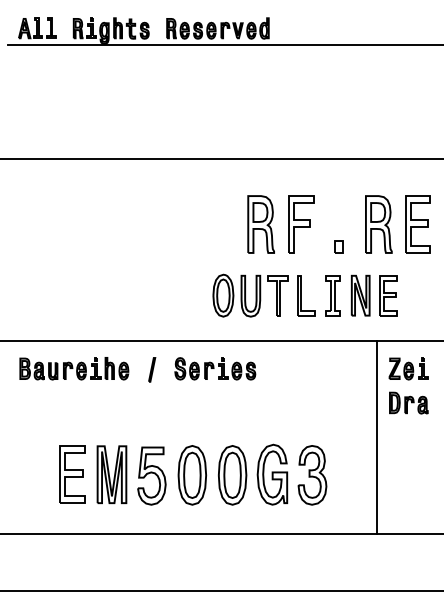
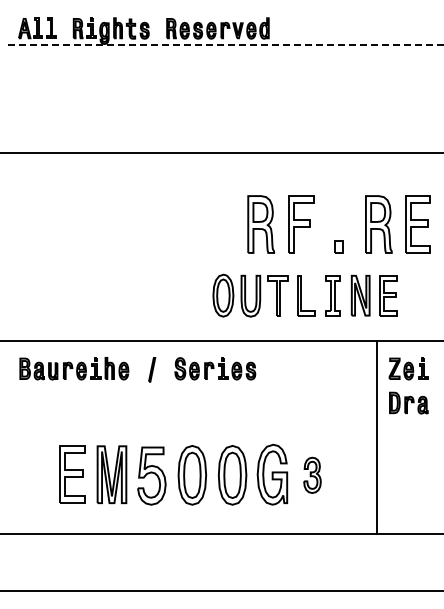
line at (225, 44): solid -> dashed
line at (221, 158) position: (221, 158) -> (221, 152)
part at (312, 475) size: 31x61 px -> 19x38 px
